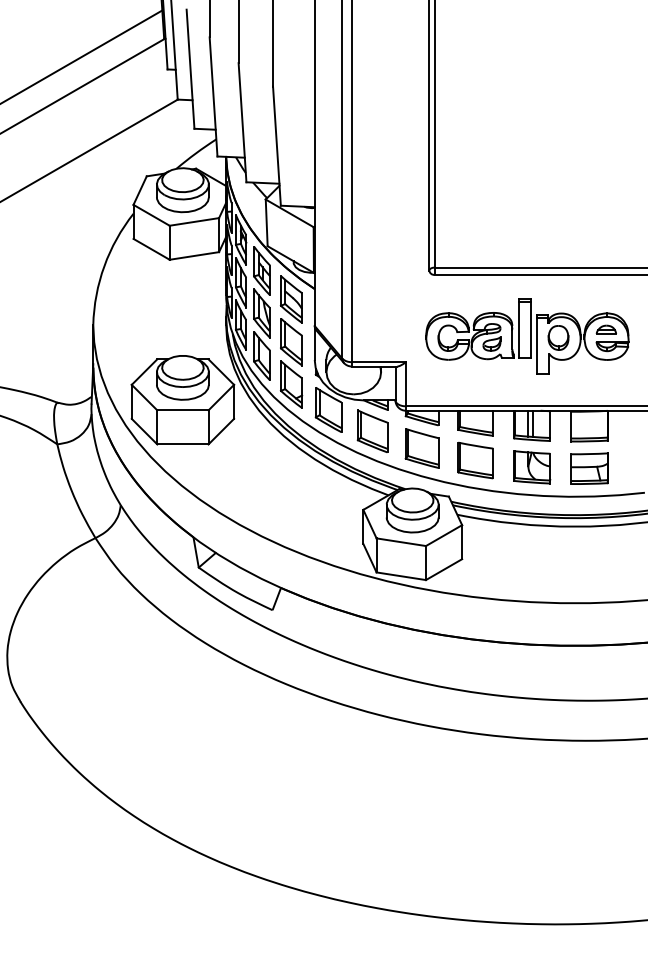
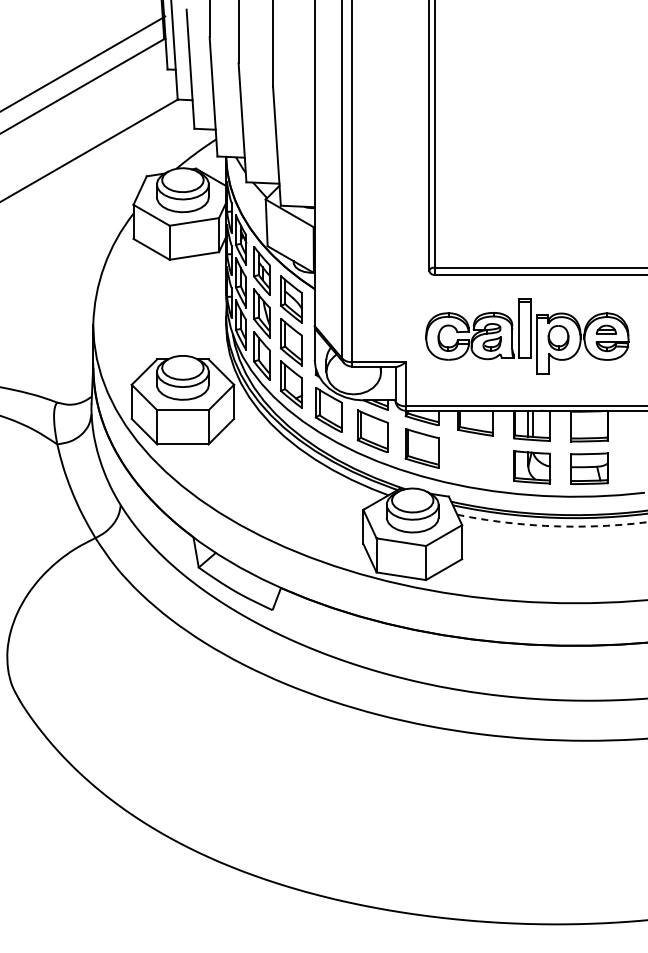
line at (82, 56) position: (82, 56) -> (83, 63)
part at (475, 460): present -> none
arc at (552, 526): solid -> dashed
